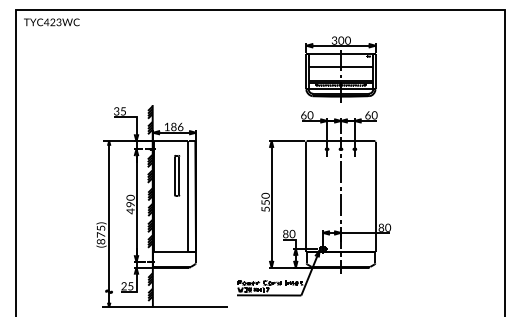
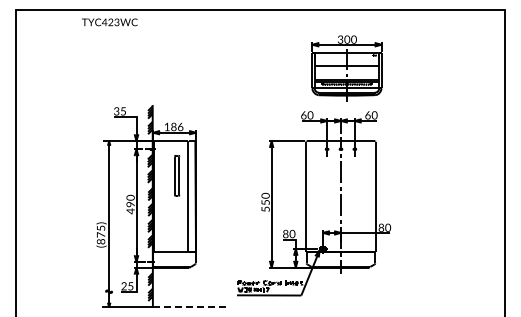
text at (51, 22) position: (51, 22) -> (109, 22)
part at (340, 69) position: (340, 69) -> (346, 68)
line at (190, 307): solid -> dashed
